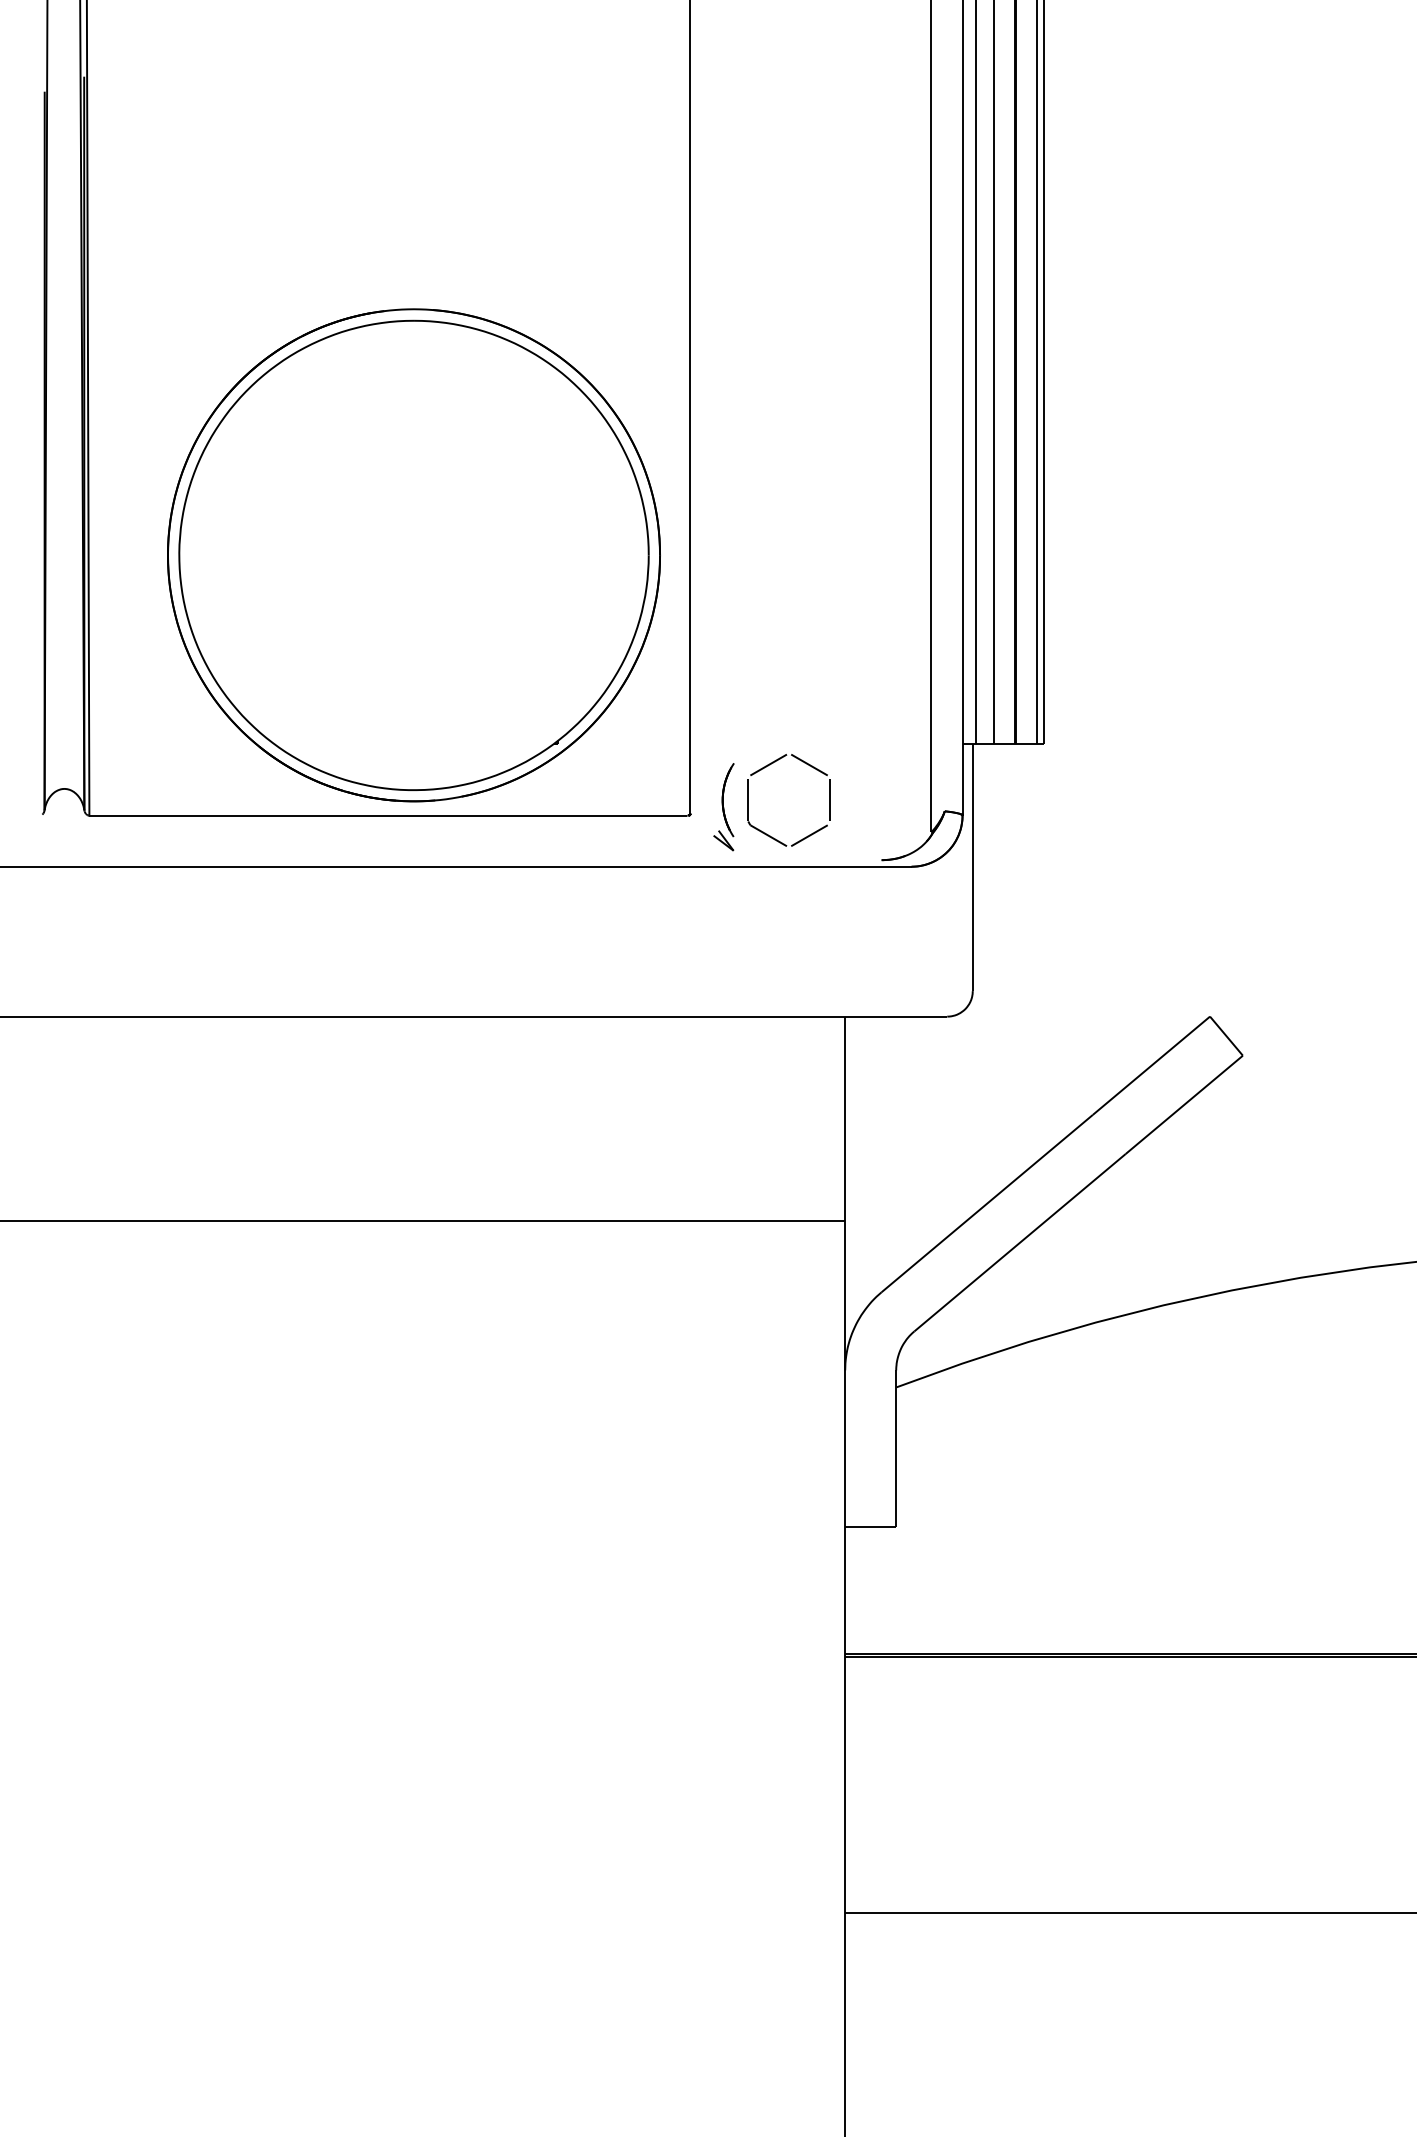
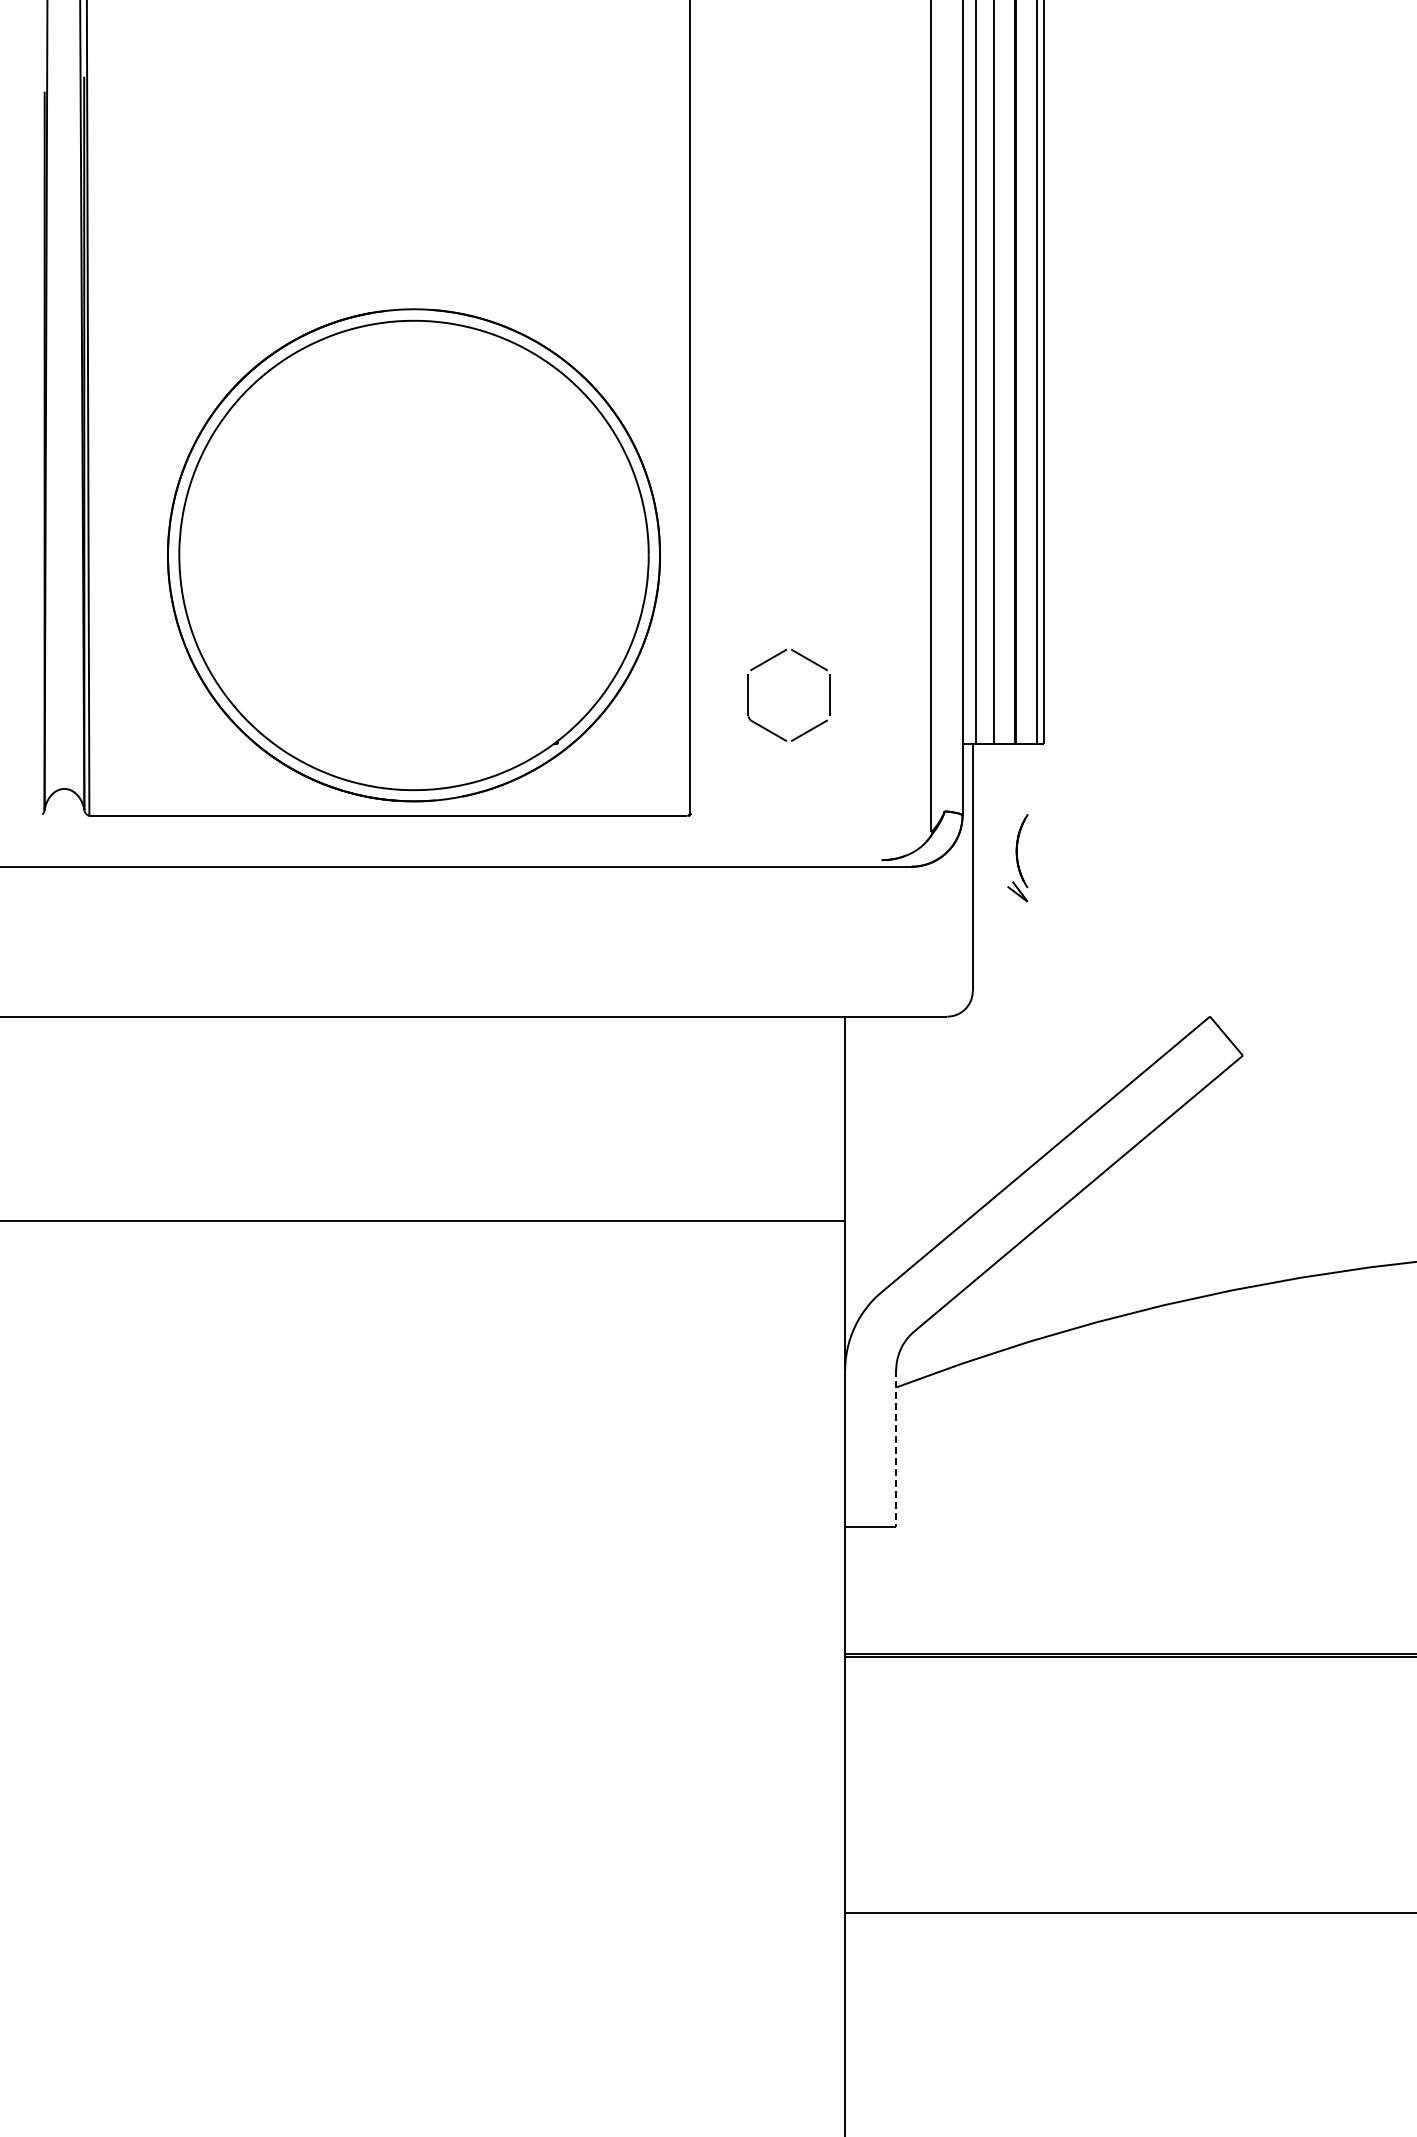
part at (770, 765) position: (770, 765) -> (770, 660)
part at (723, 807) position: (723, 807) -> (1017, 858)
line at (896, 1449): solid -> dashed
